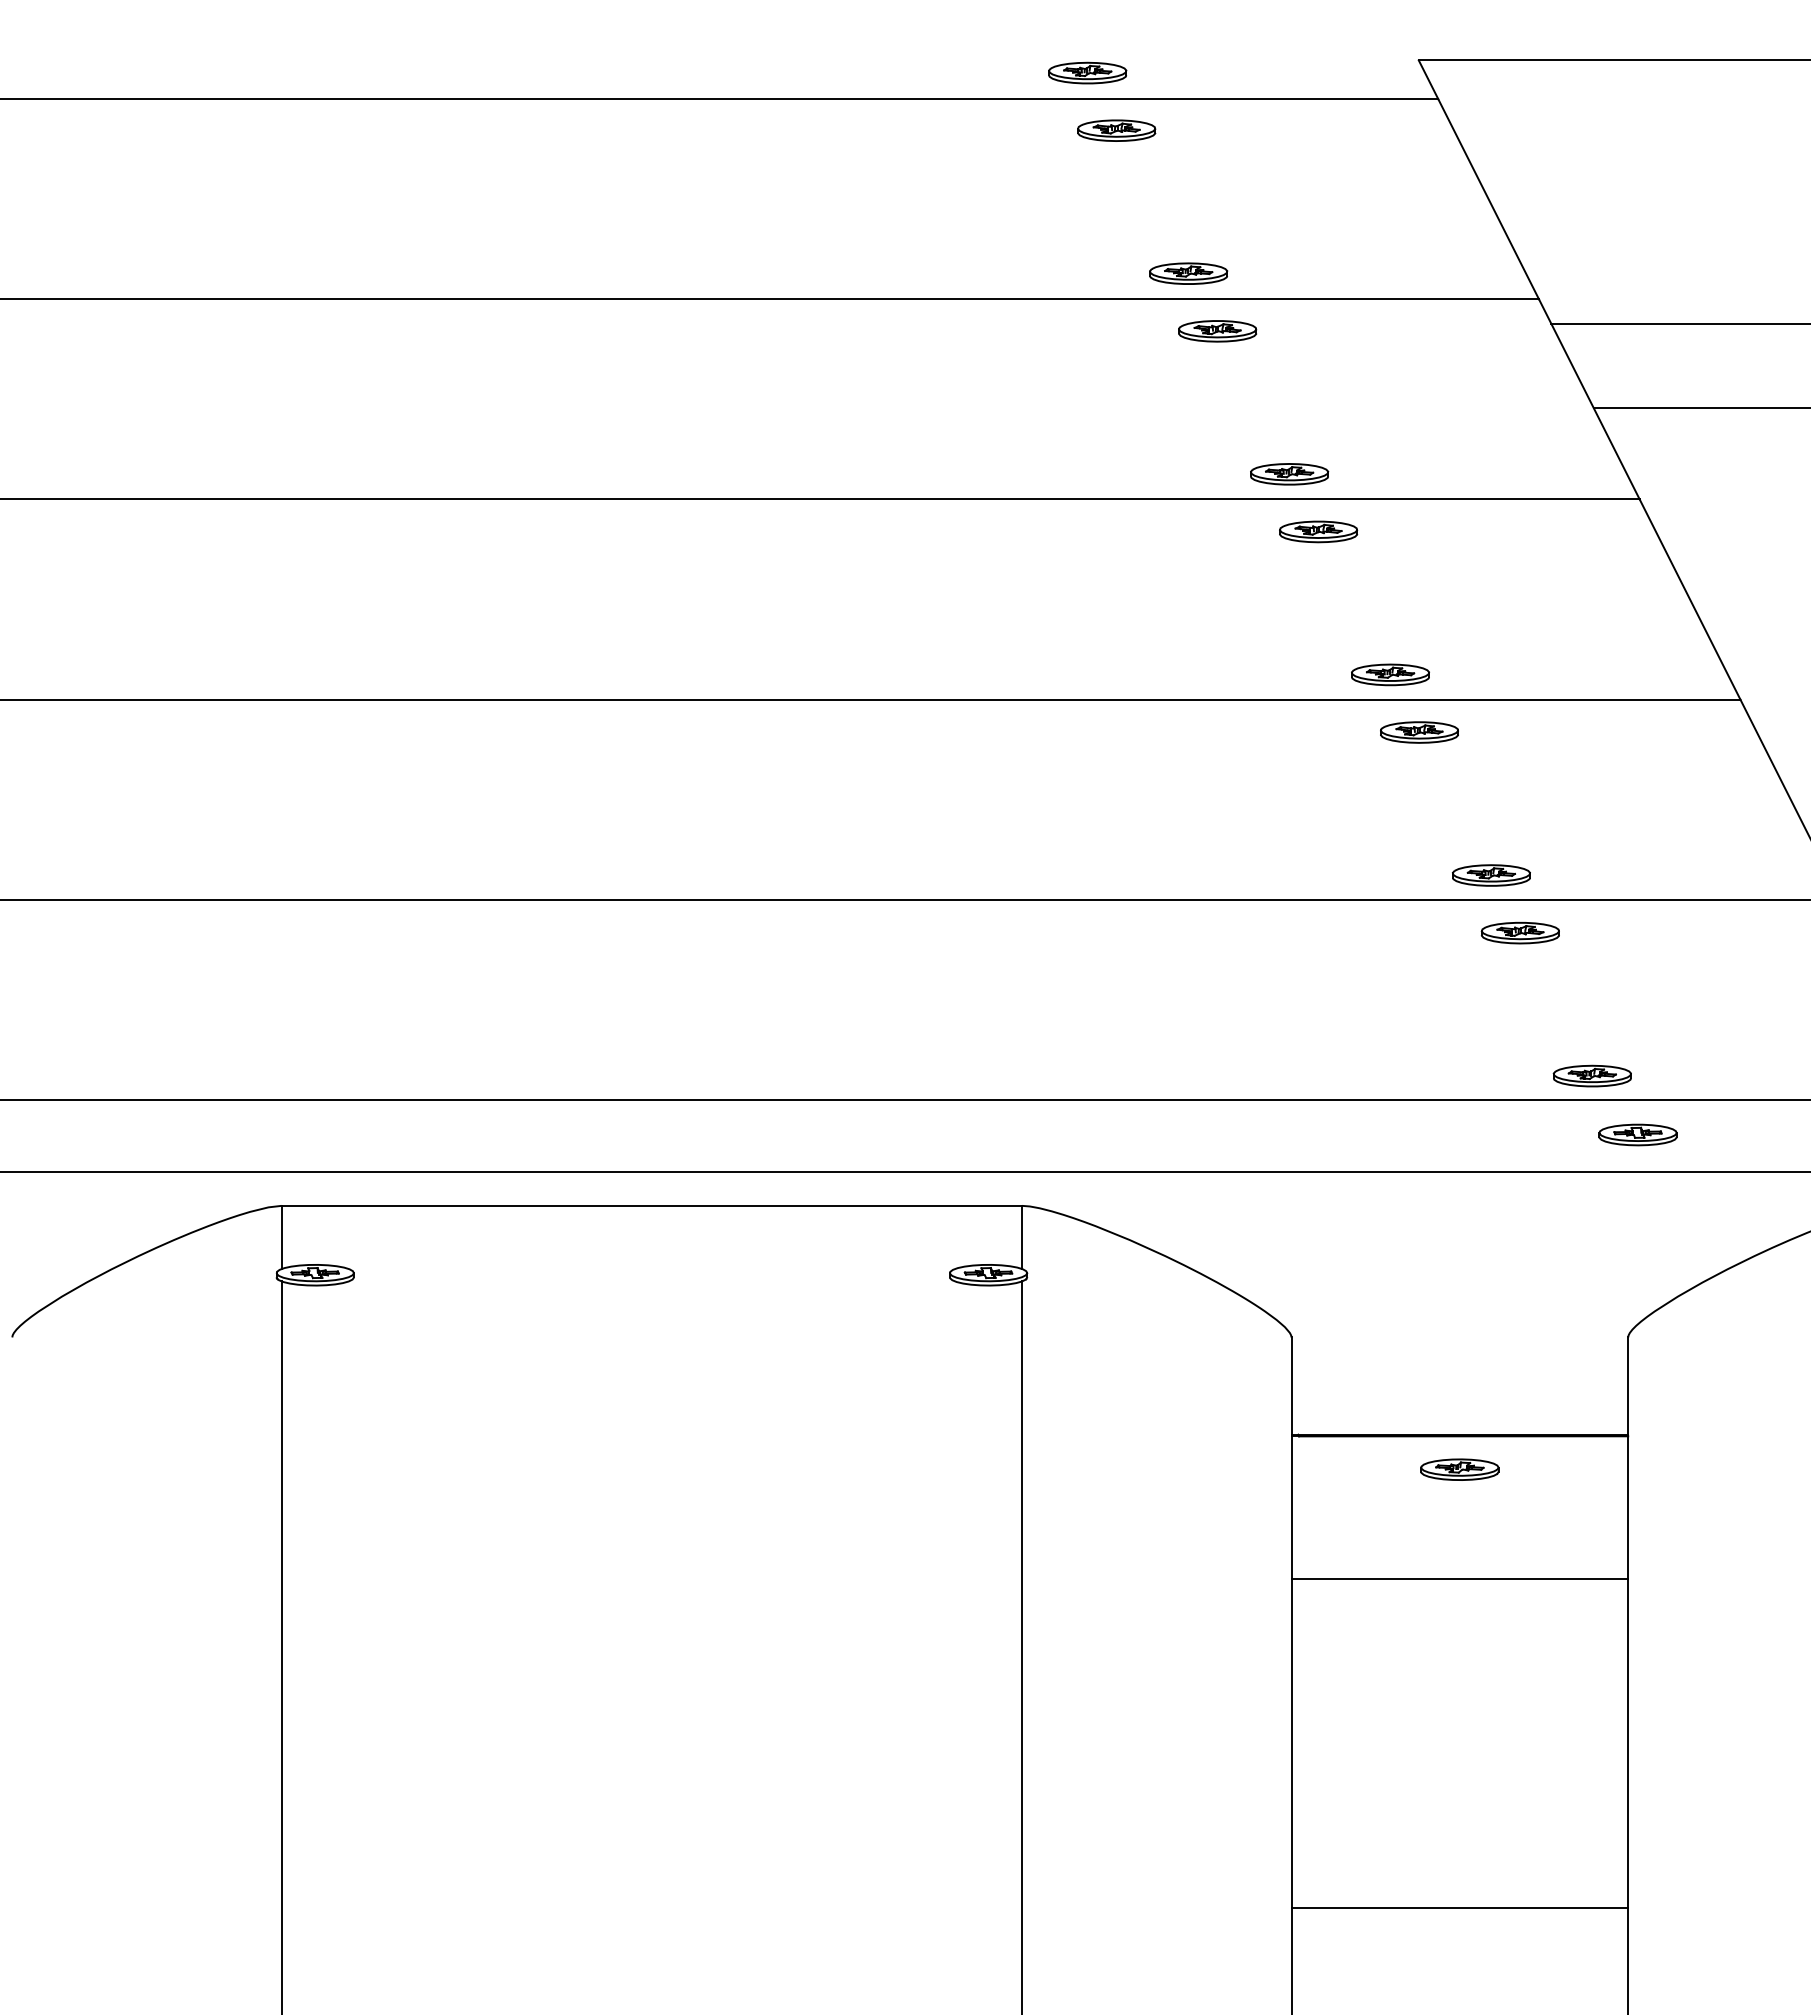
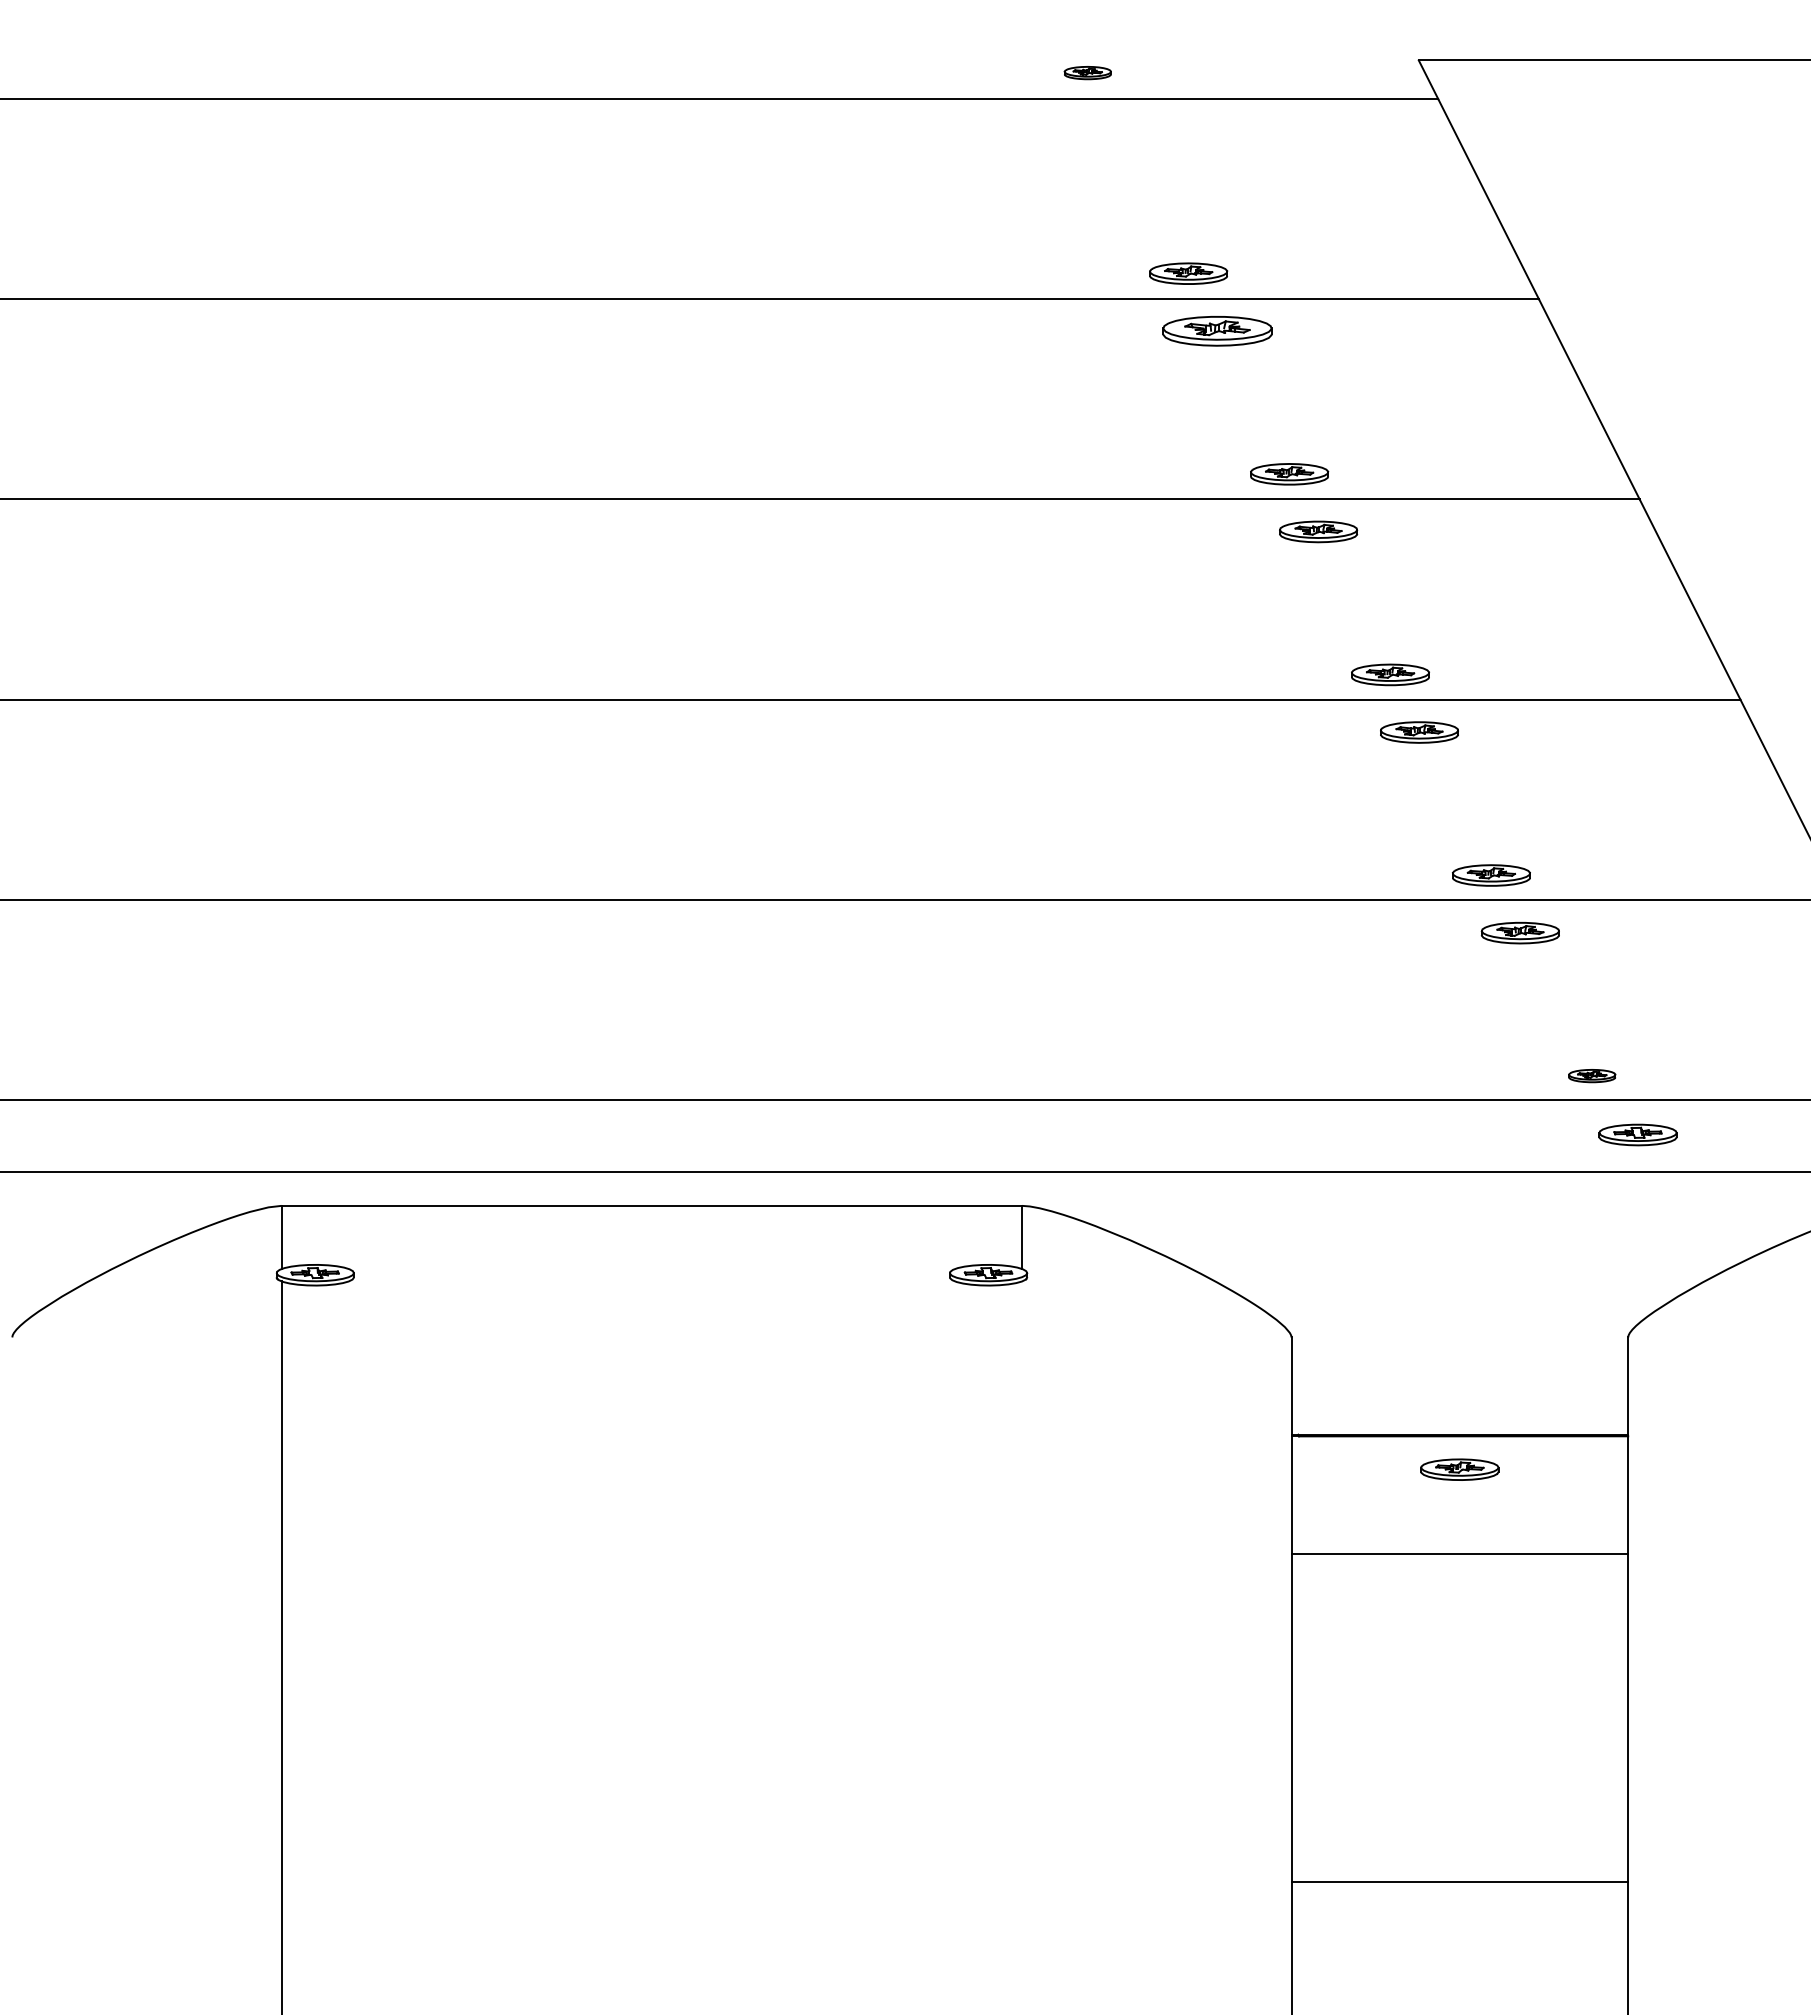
part at (1087, 72) size: 80x24 px -> 49x15 px
part at (1116, 130): present -> none
line at (1679, 323): present -> none
part at (1217, 331) size: 80x23 px -> 111x31 px
line at (1700, 407): present -> none
part at (1591, 1075) size: 80x24 px -> 49x15 px
line at (1459, 1579) position: (1459, 1579) -> (1459, 1554)
line at (1022, 1646): present -> none
line at (1459, 1908) position: (1459, 1908) -> (1459, 1882)
